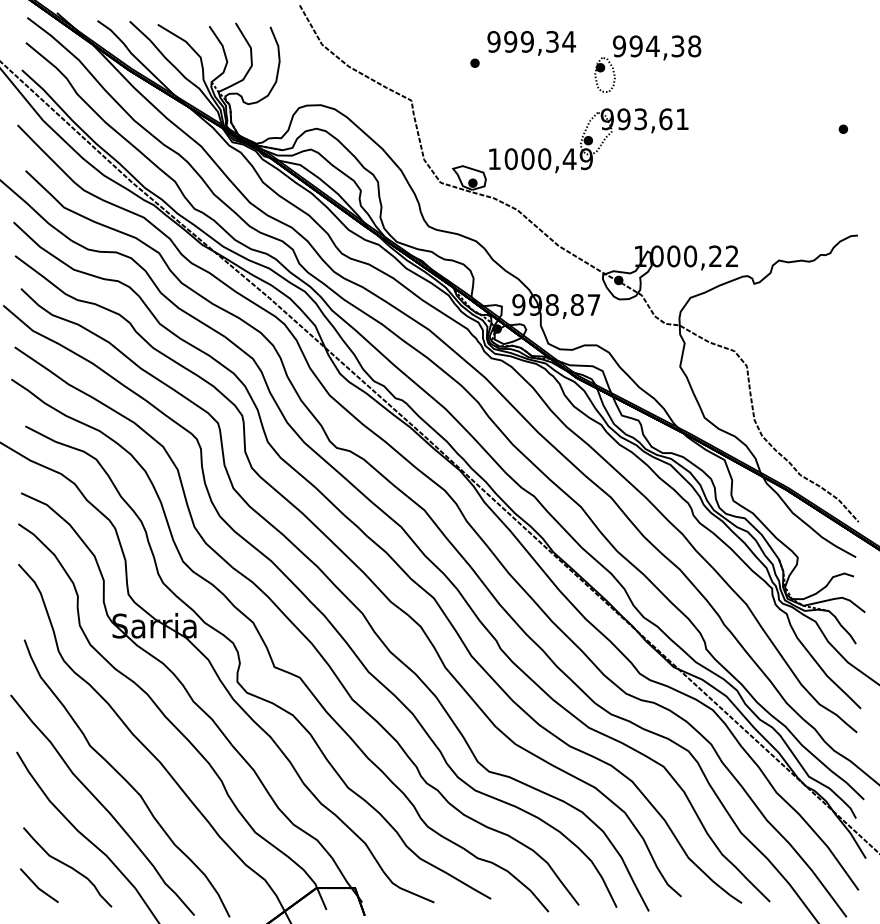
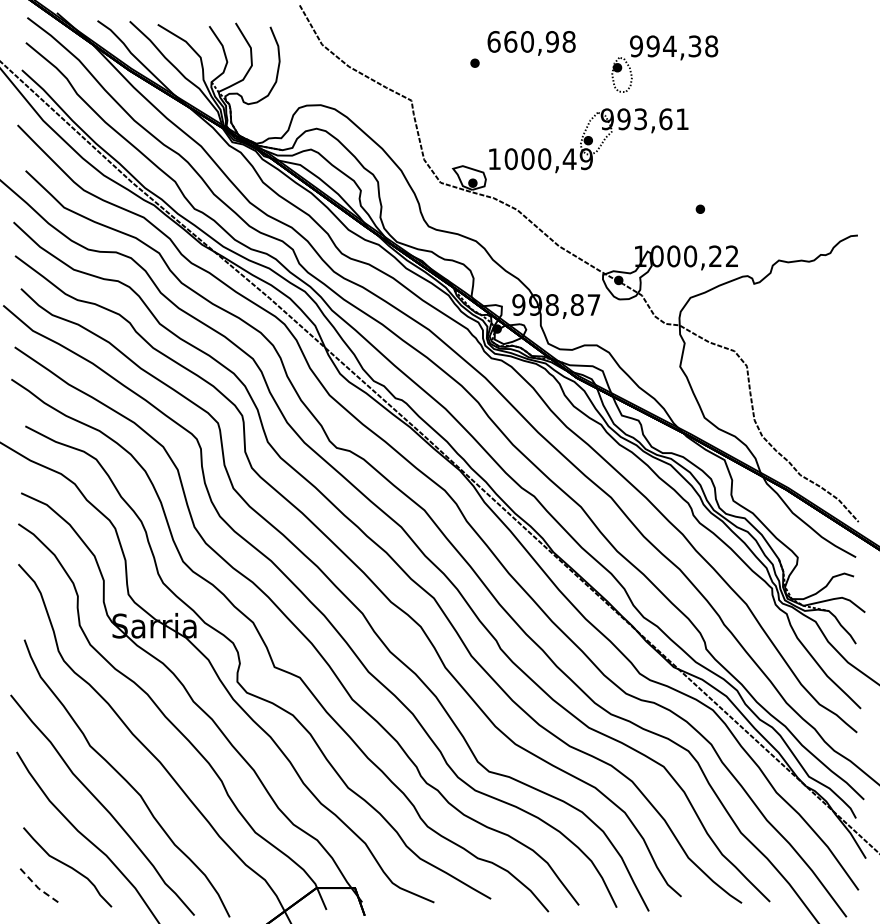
text at (531, 41): 999,34 -> 660,98
part at (654, 56) position: (654, 56) -> (671, 56)
part at (843, 128) position: (843, 128) -> (700, 208)
line at (38, 887): solid -> dashed
